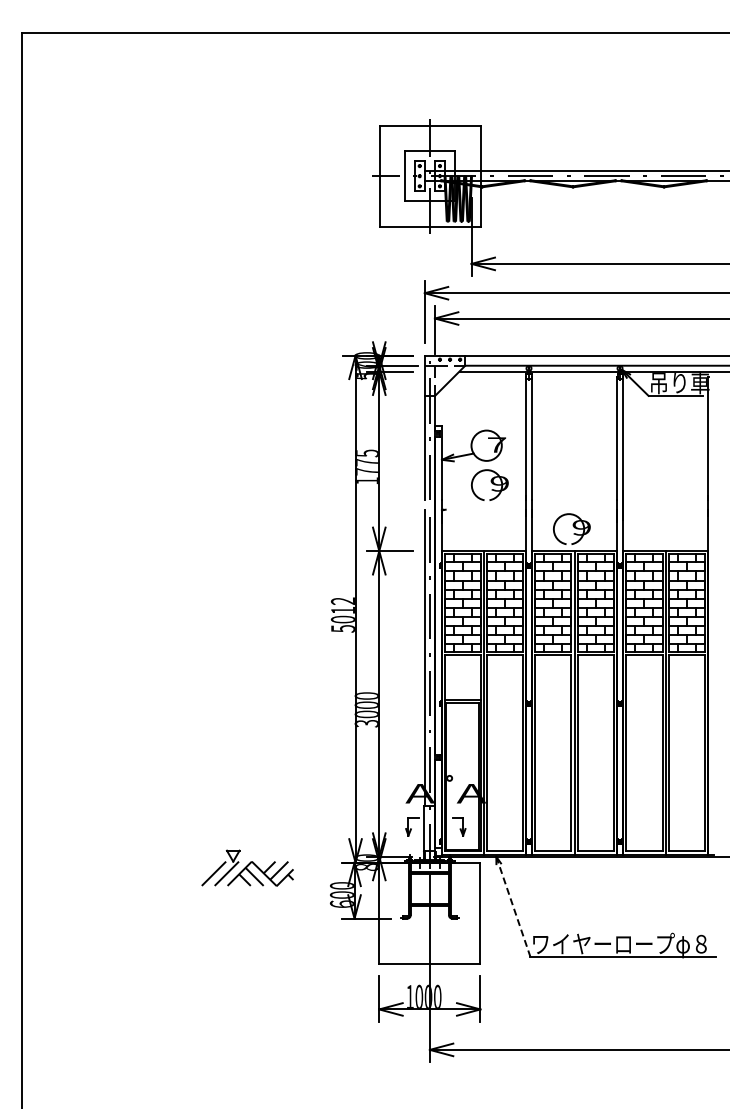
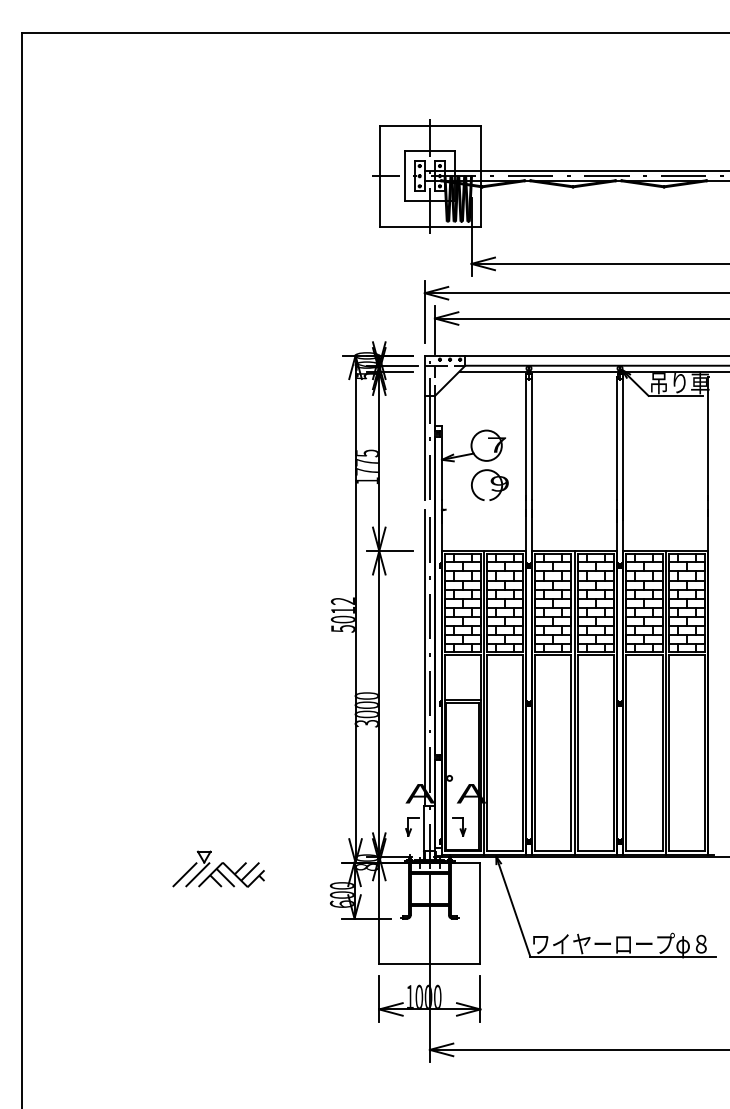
part at (571, 528): present -> none
part at (247, 867) position: (247, 867) -> (218, 868)
line at (513, 906): dashed -> solid
